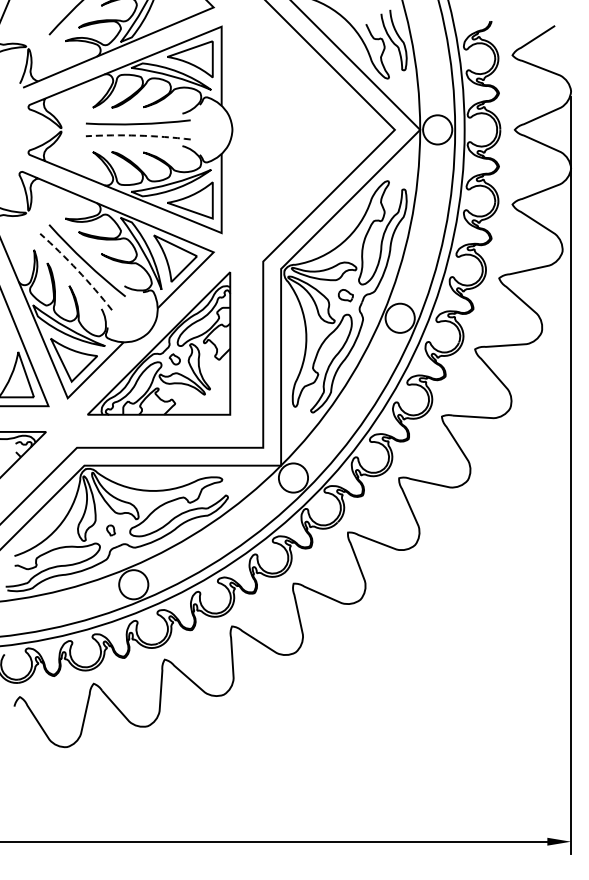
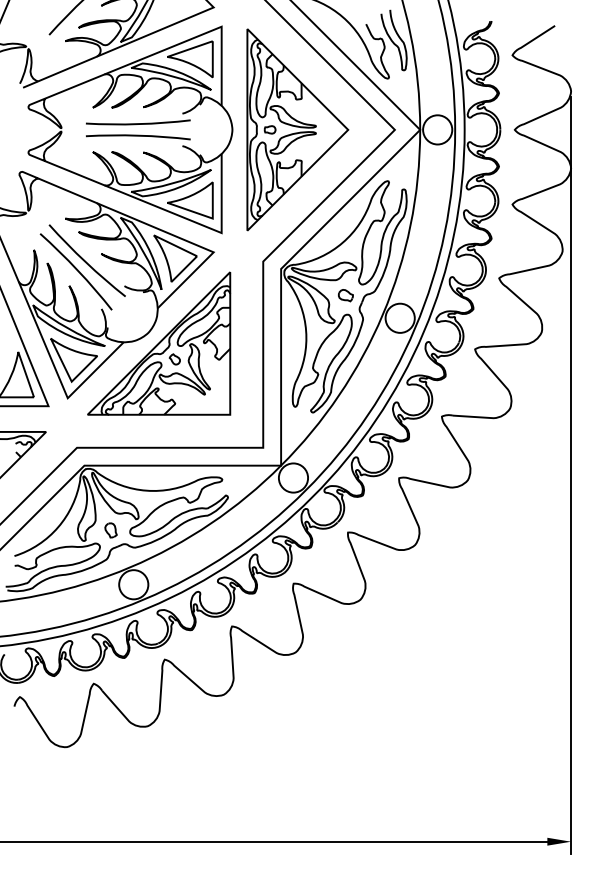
part at (297, 129): none -> present
arc at (138, 135): dashed -> solid
arc at (77, 270): dashed -> solid
part at (110, 530) size: 10x13 px -> 14x17 px
